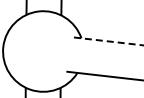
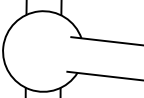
line at (107, 41): dashed -> solid
